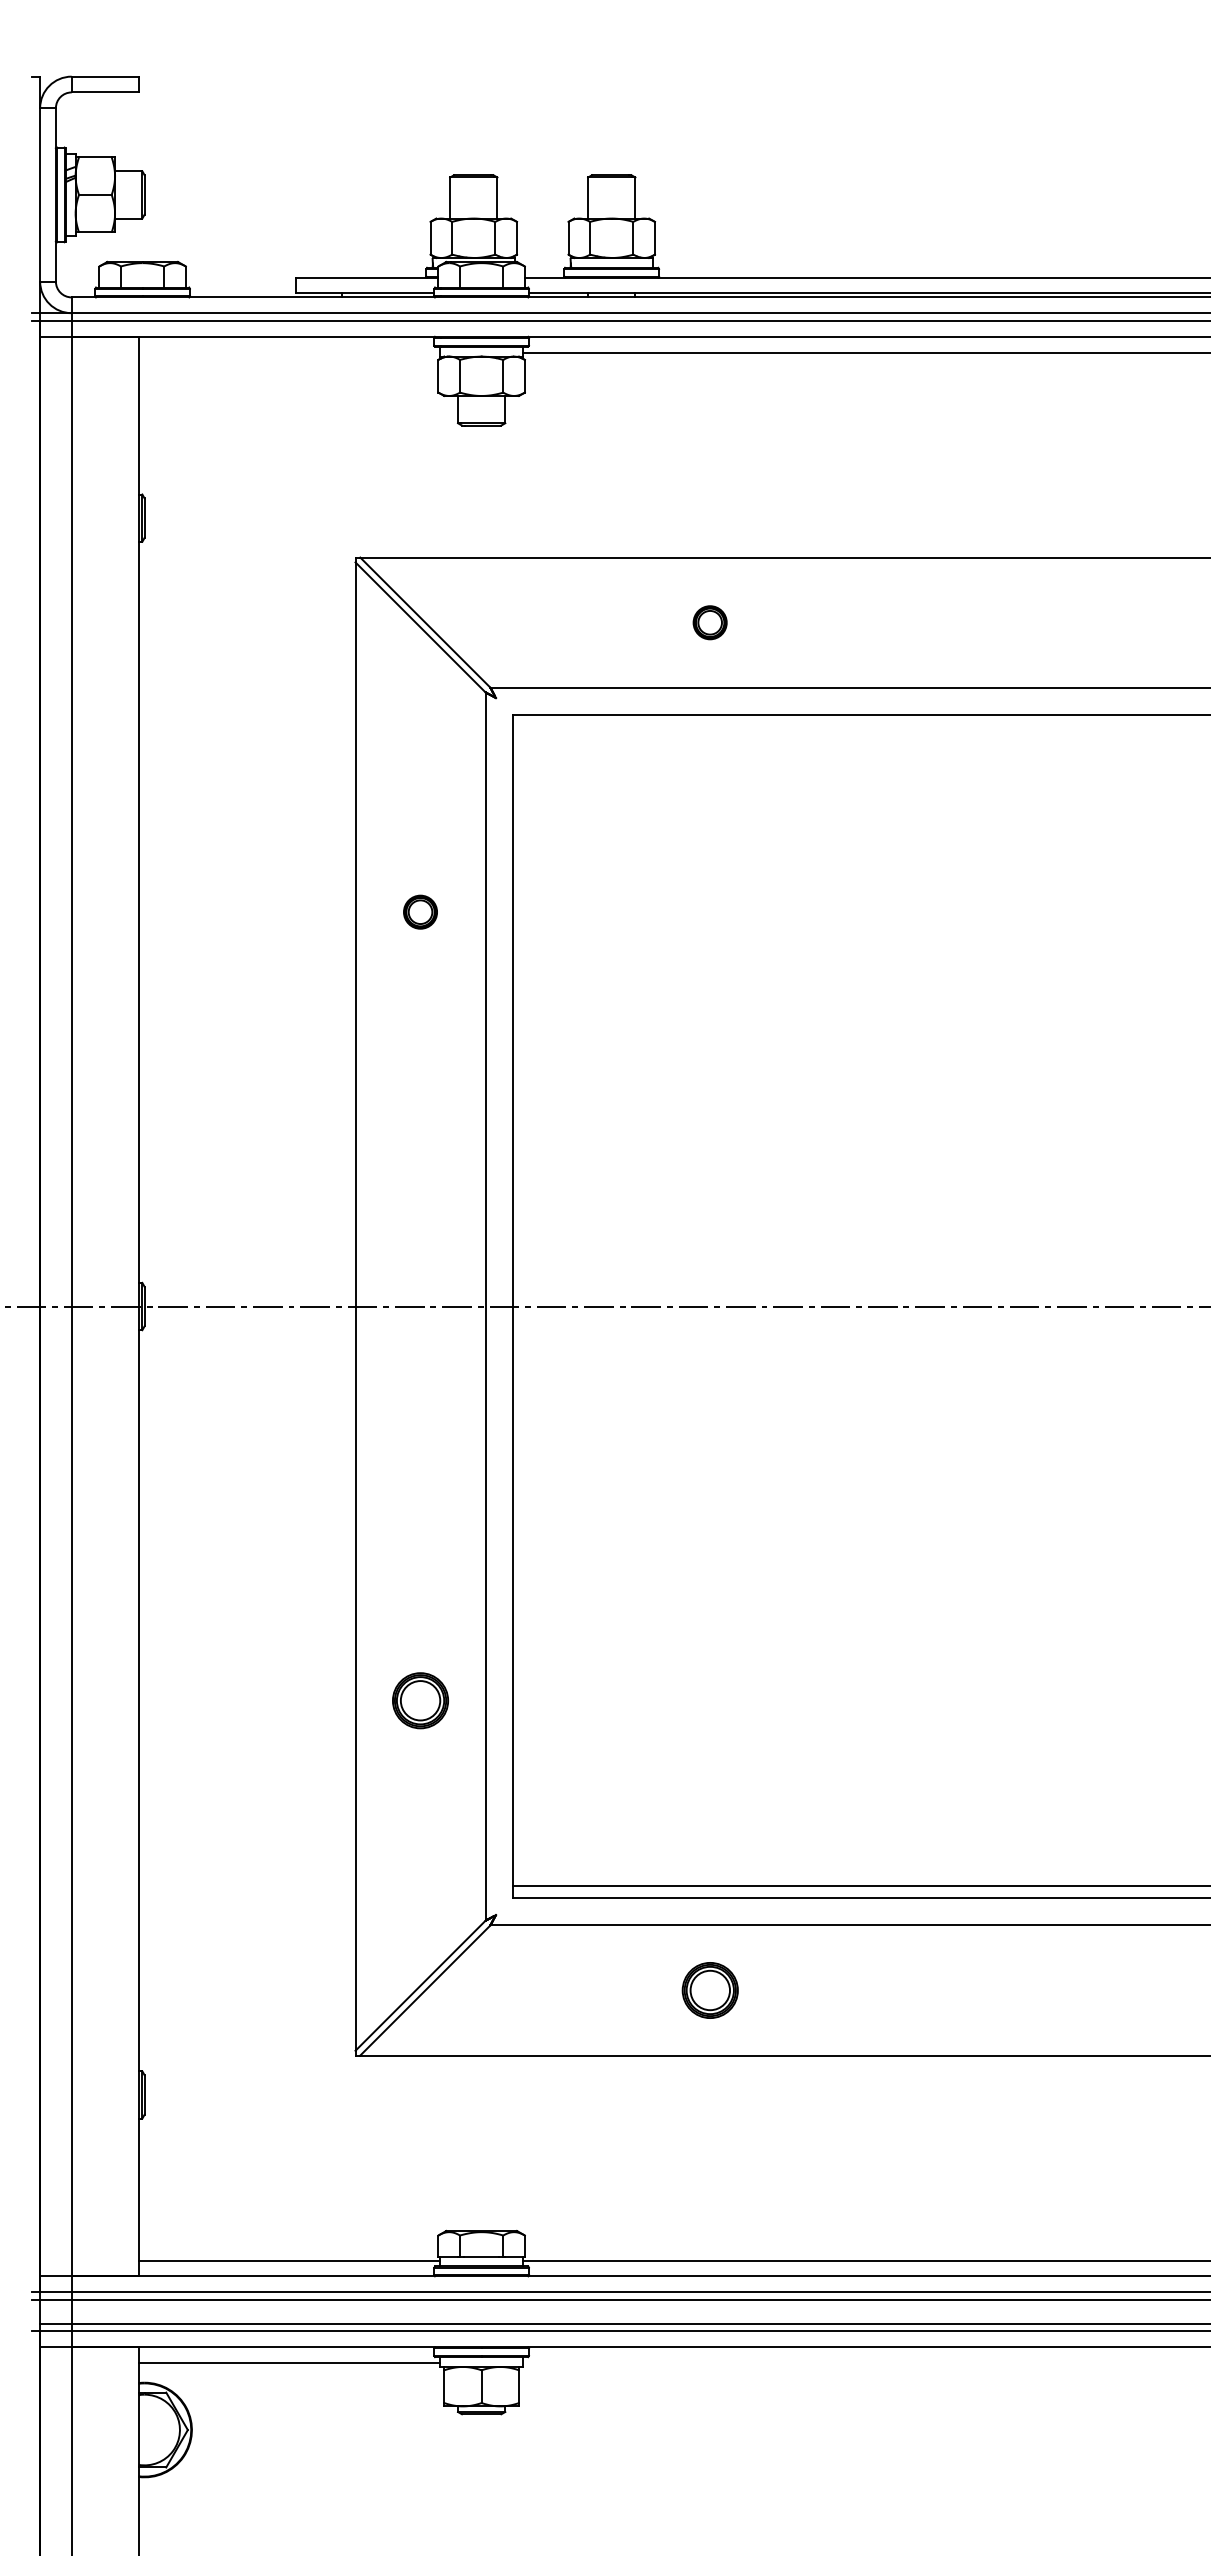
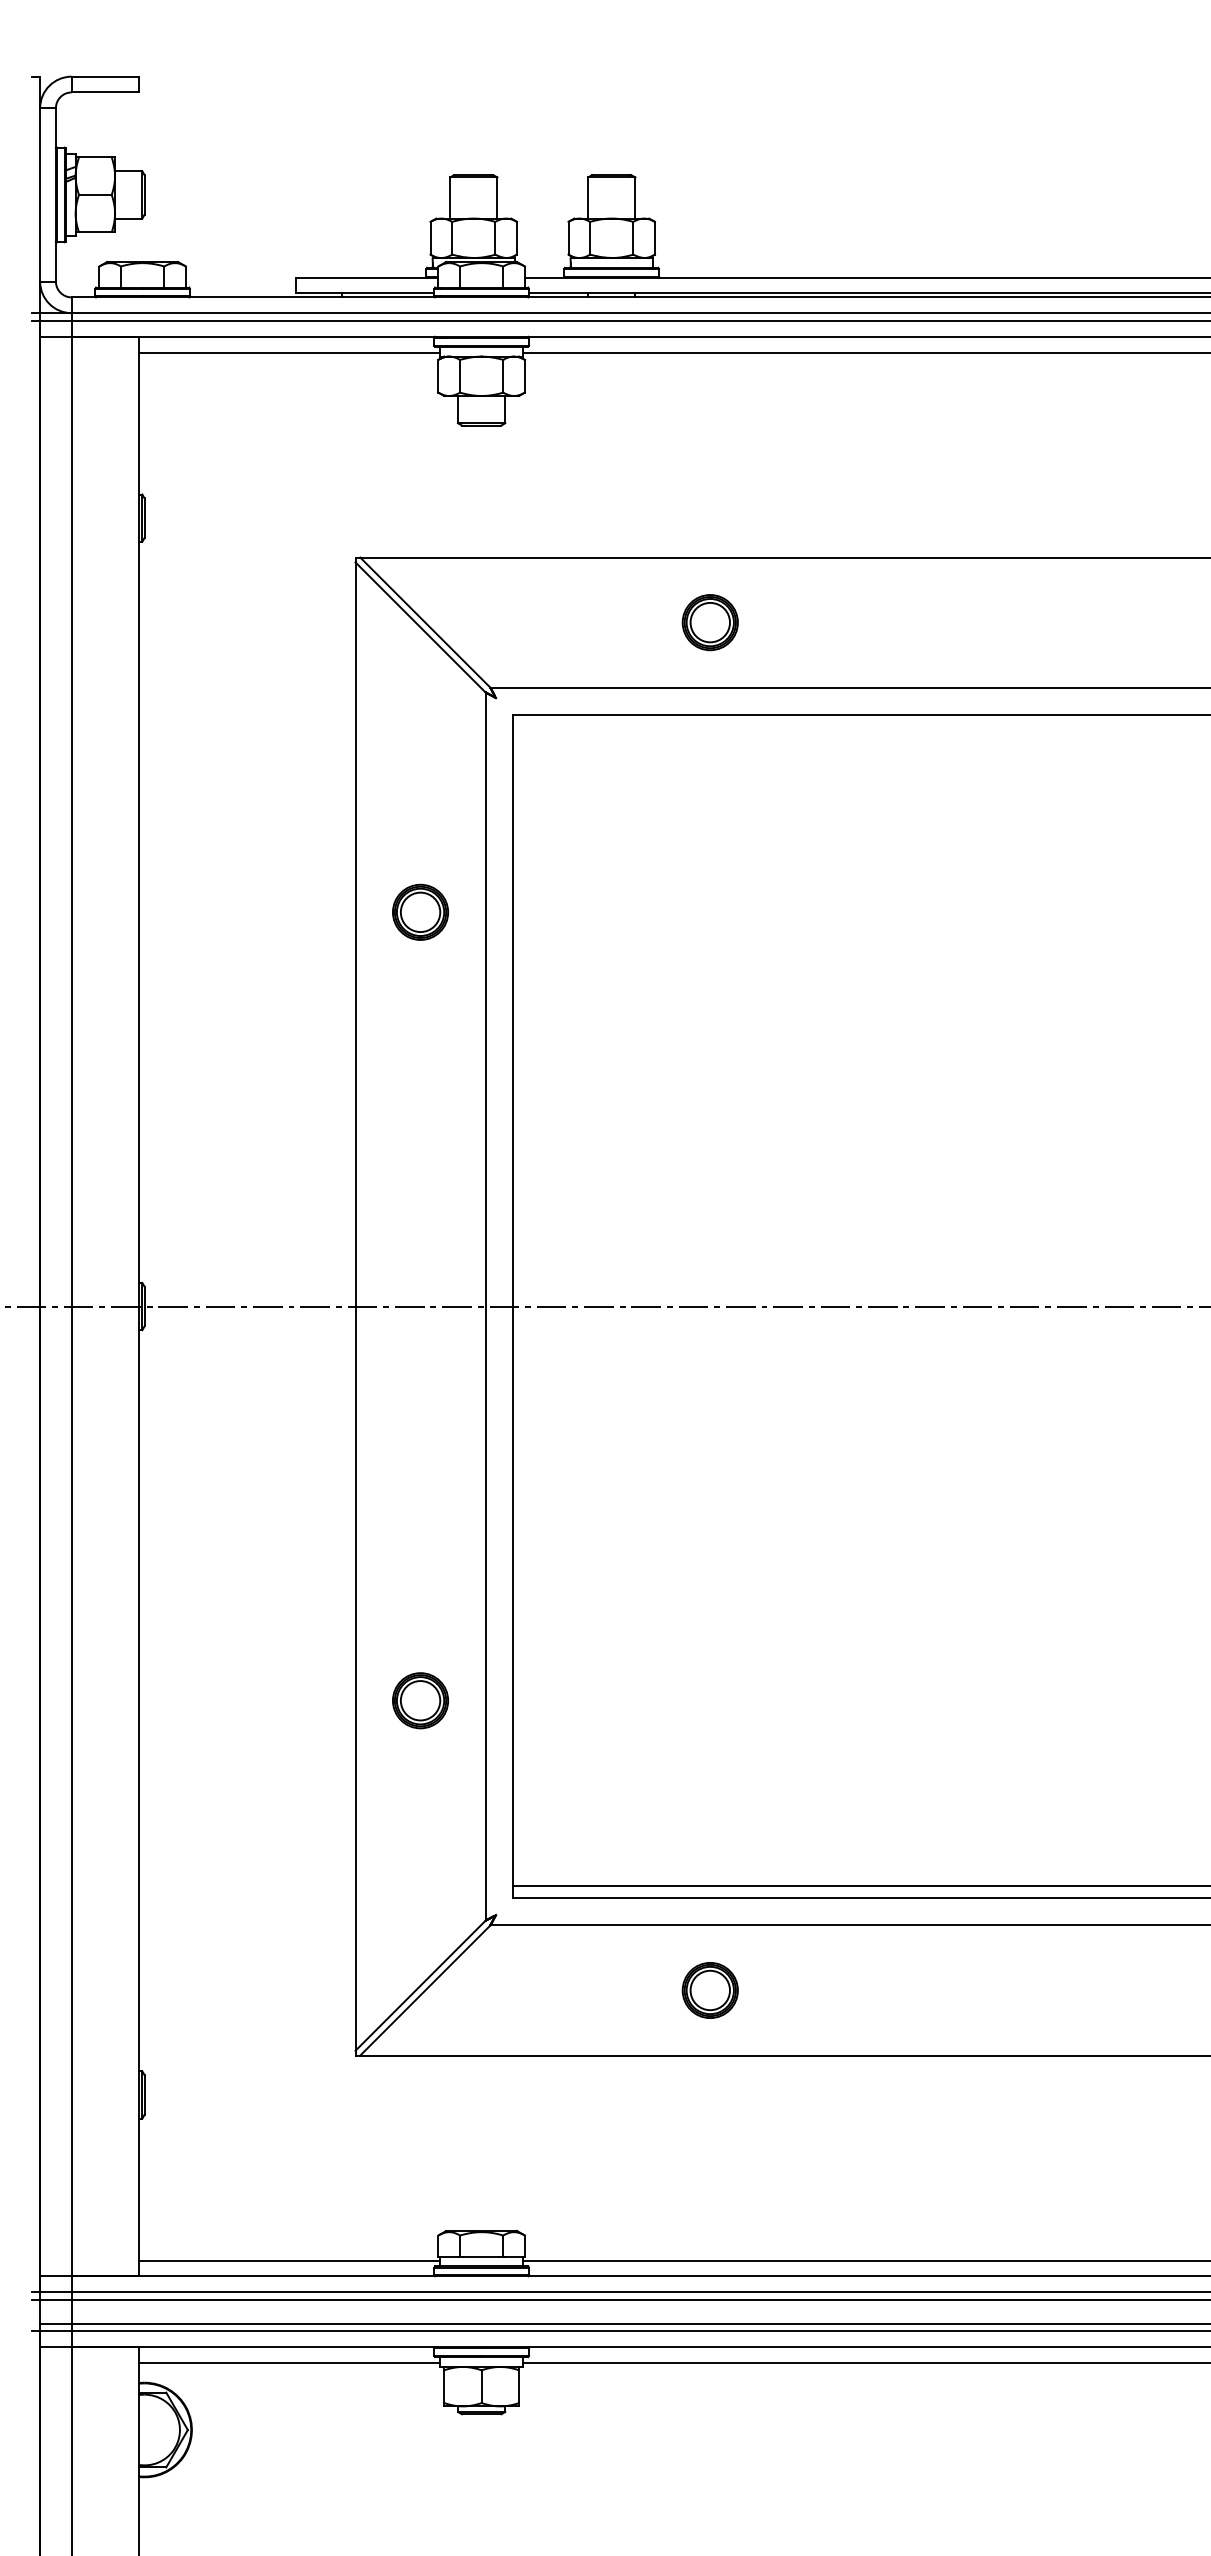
line at (289, 352): none -> present
part at (709, 622) size: 36x36 px -> 58x58 px
part at (420, 911) size: 35x36 px -> 57x58 px
line at (865, 2363): none -> present
